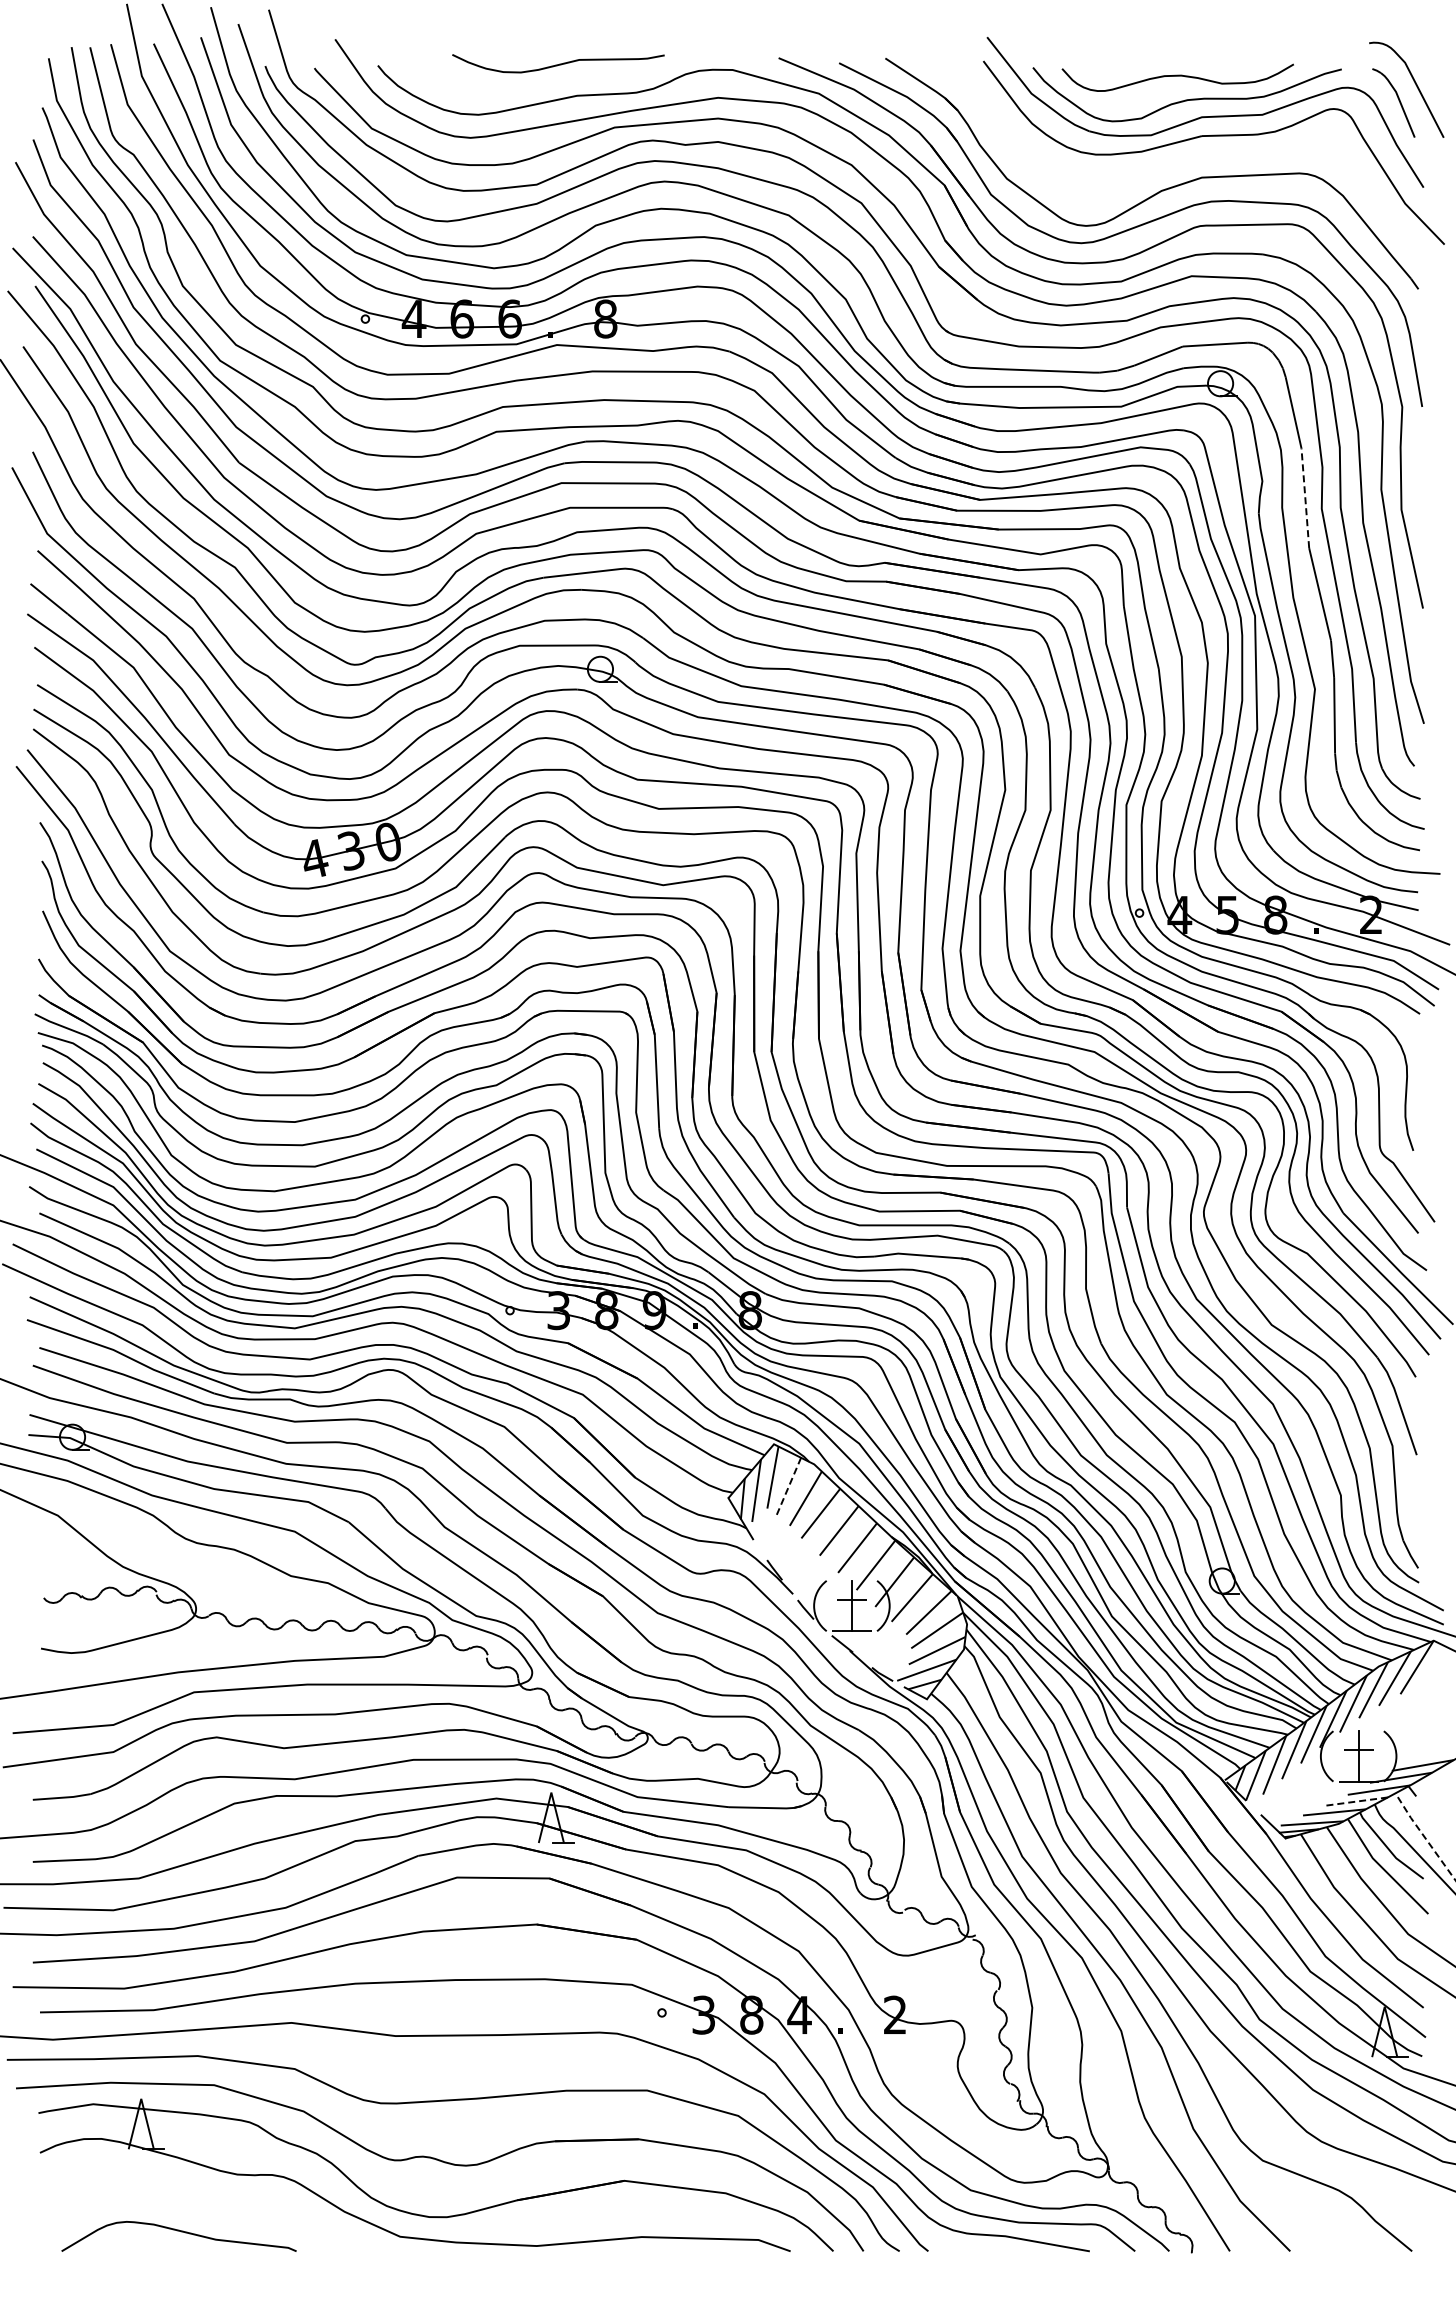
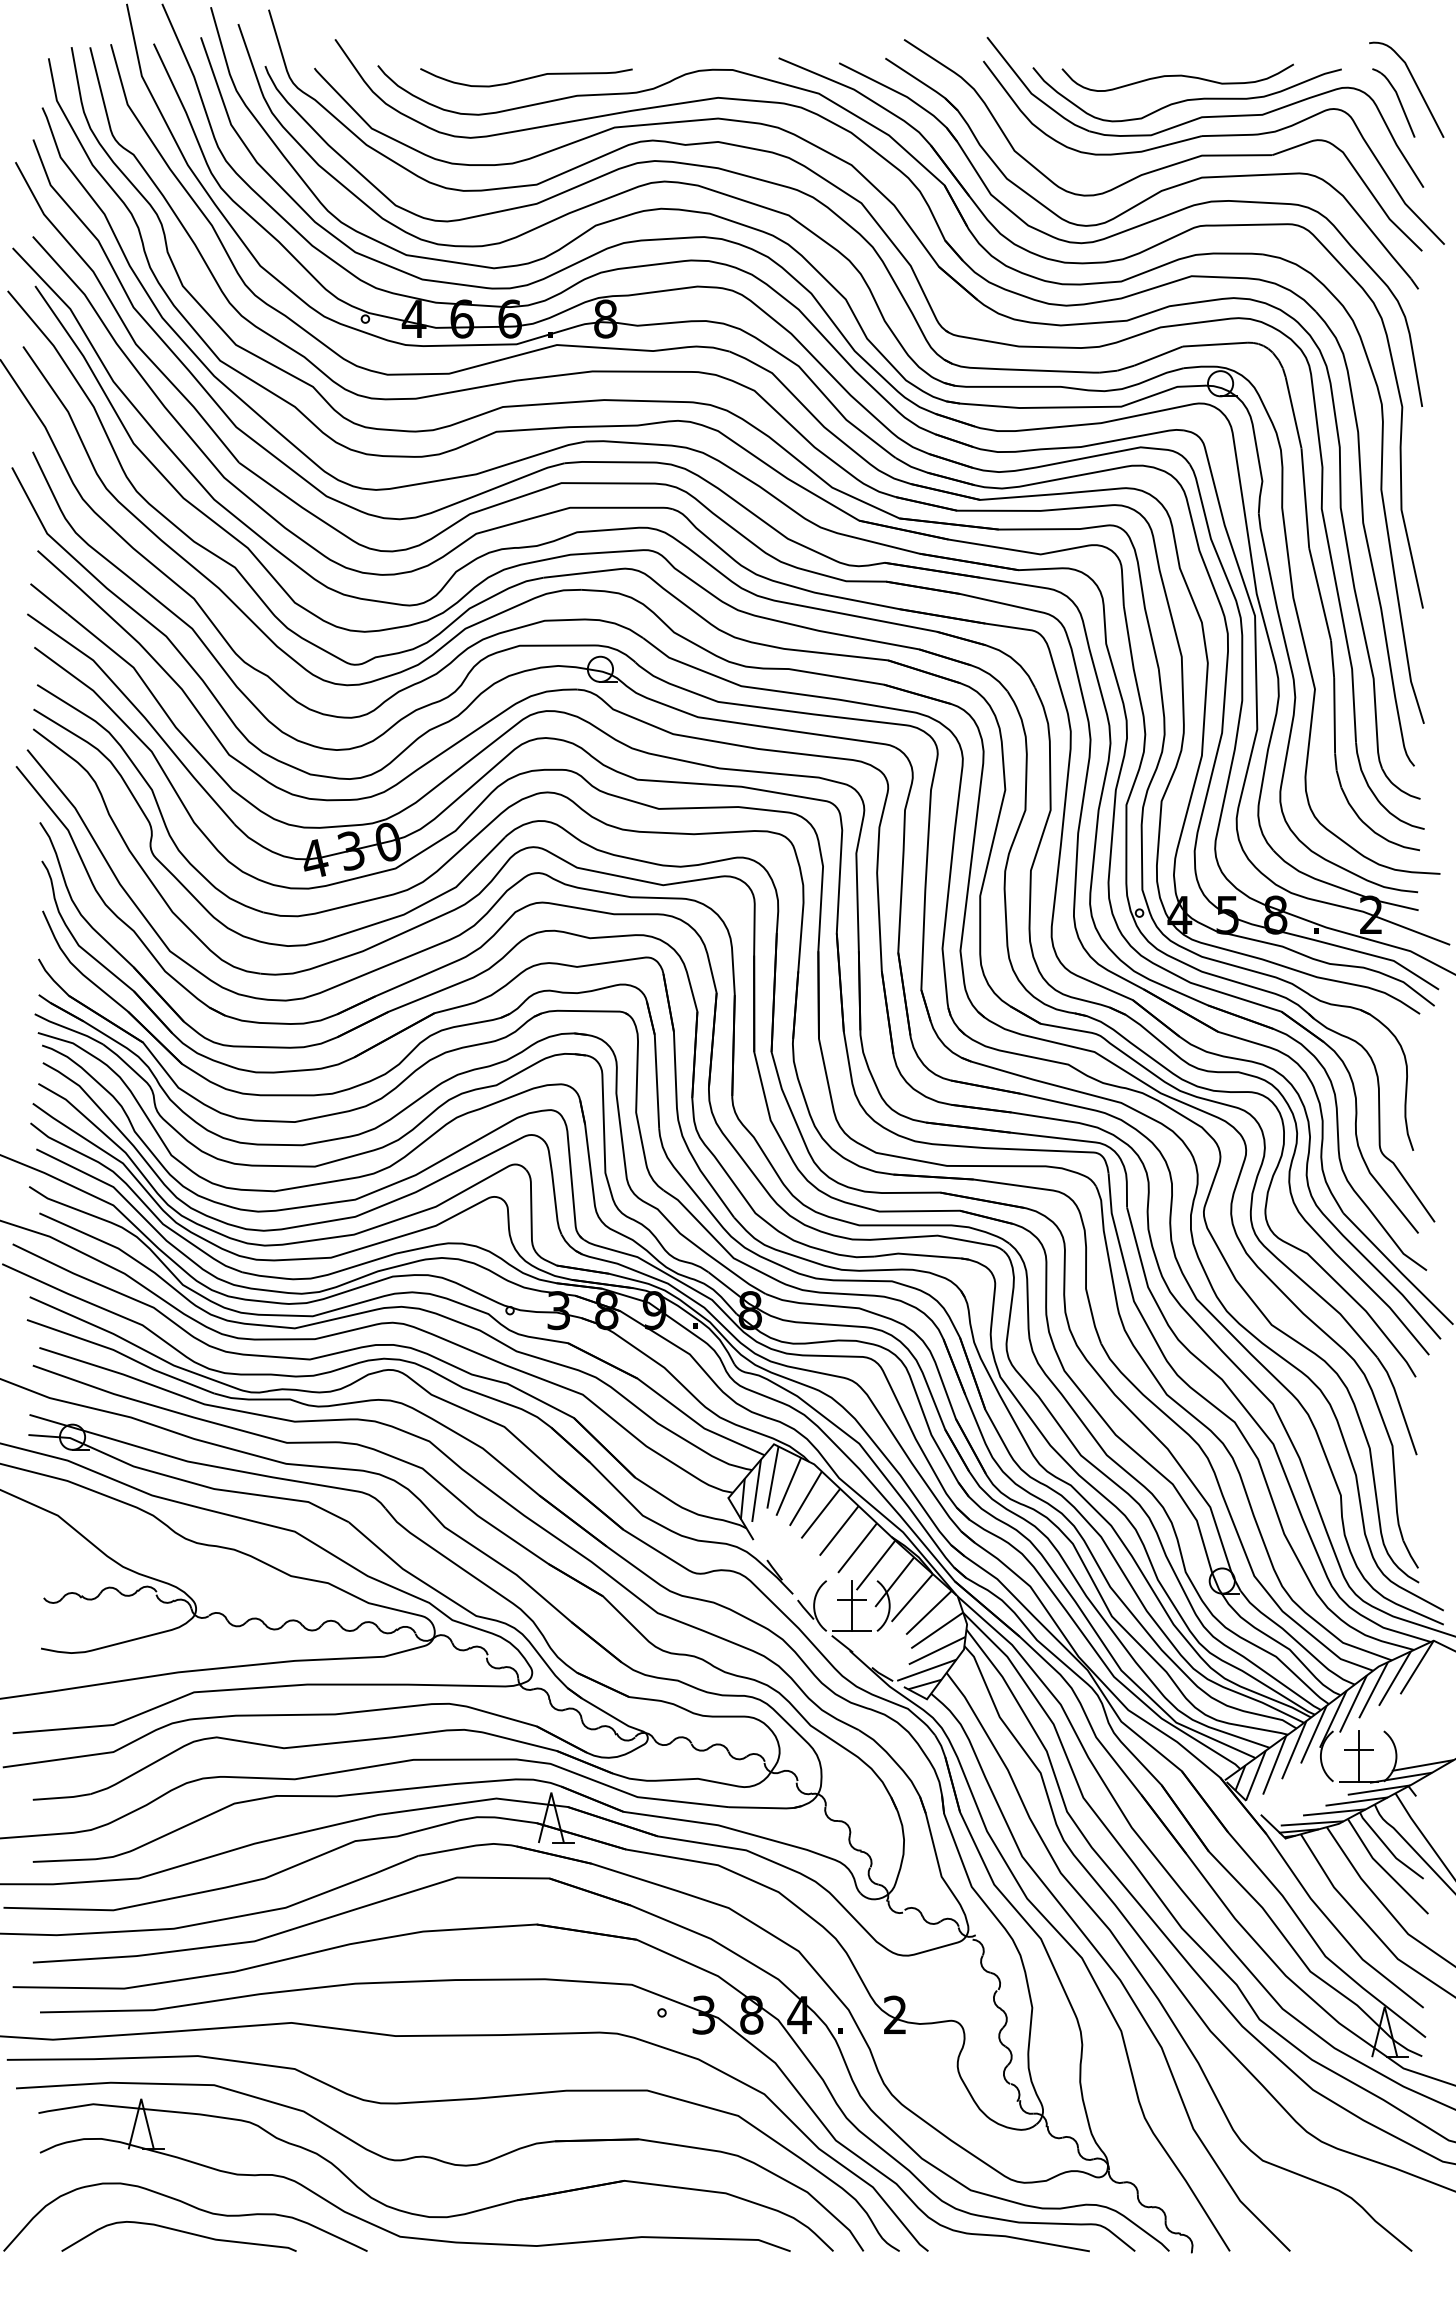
curve at (559, 63) position: (559, 63) -> (527, 77)
part at (1170, 164): none -> present
line at (1305, 498): dashed -> solid
line at (788, 1487): dashed -> solid
line at (1356, 1801): dashed -> solid
line at (1424, 1836): dashed -> solid
curve at (187, 2205): none -> present
